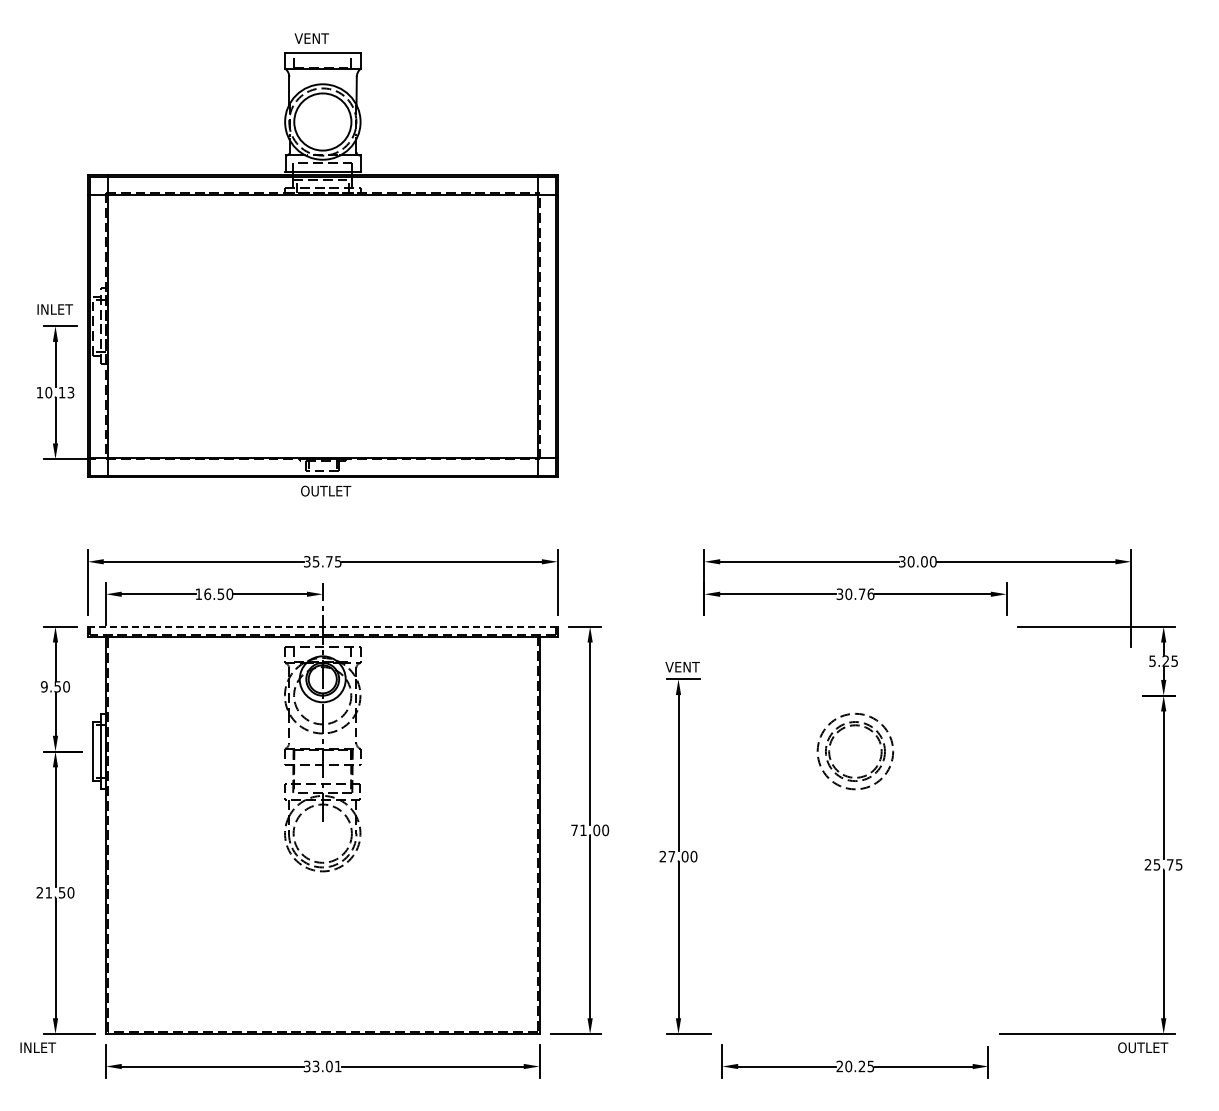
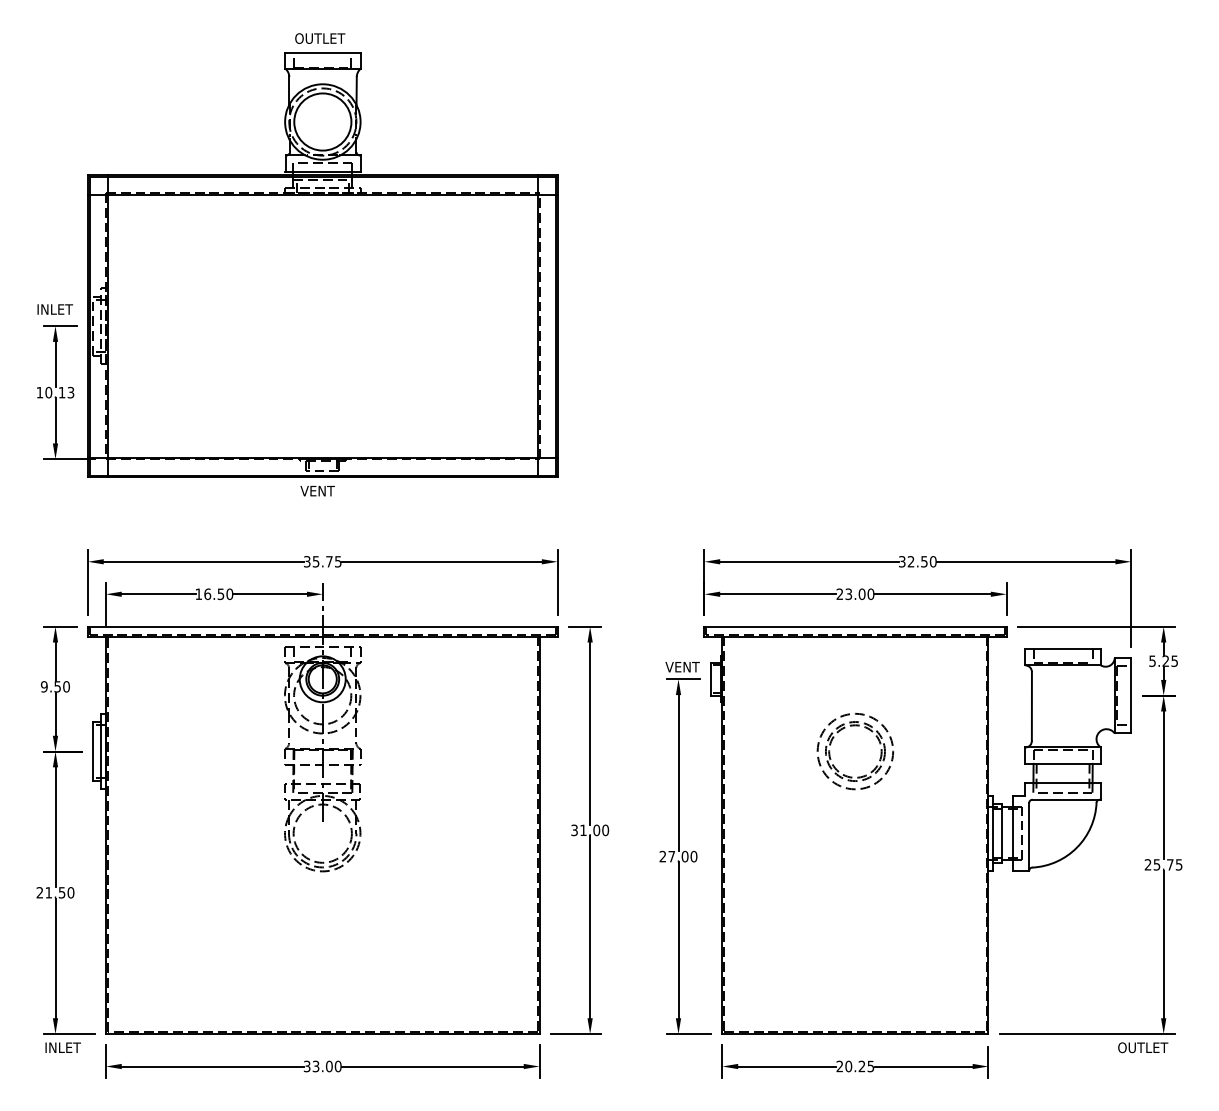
text at (319, 38): VENT -> OUTLET
text at (325, 490): OUTLET -> VENT
text at (917, 561): 30.00 -> 32.50
text at (855, 594): 30.76 -> 23.00
line at (322, 626): dashed -> solid
text at (574, 830): 71.00 -> 31.00
part at (917, 830): none -> present
text at (37, 1047) position: (37, 1047) -> (62, 1047)
text at (337, 1066): 33.01 -> 33.00
